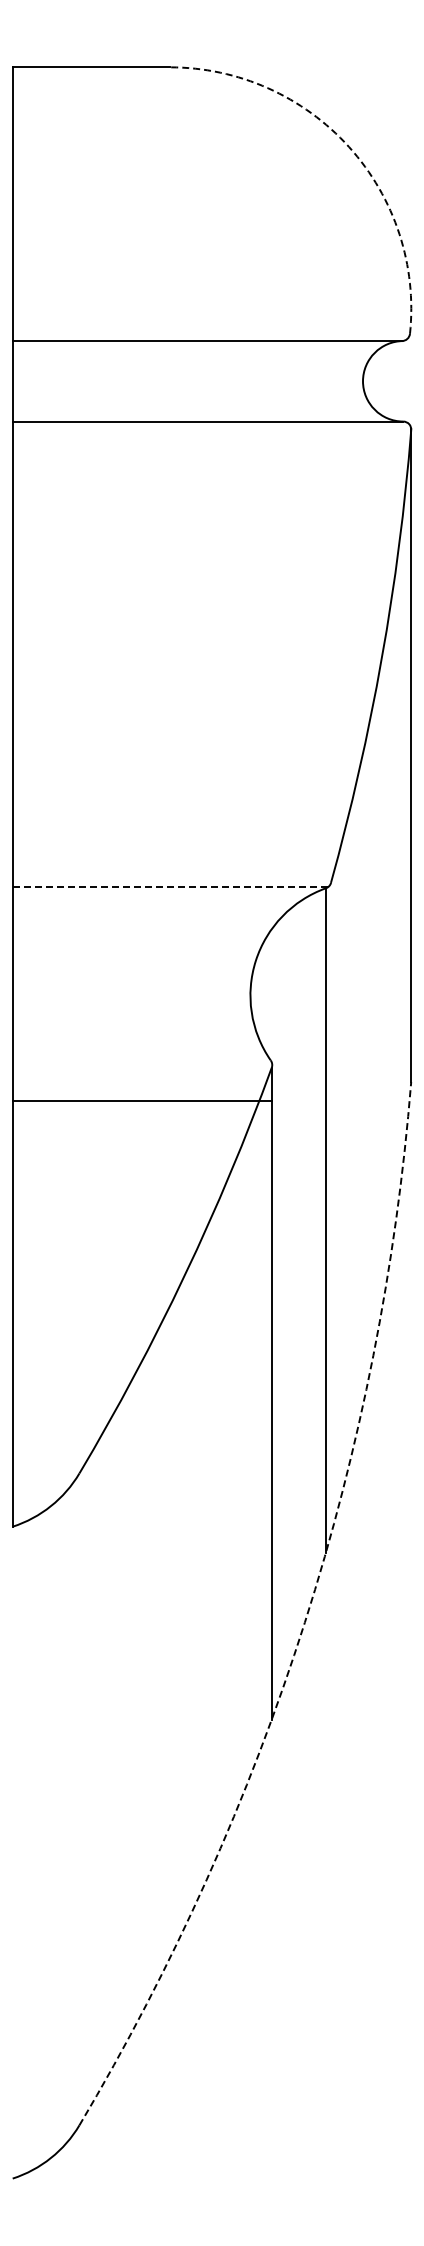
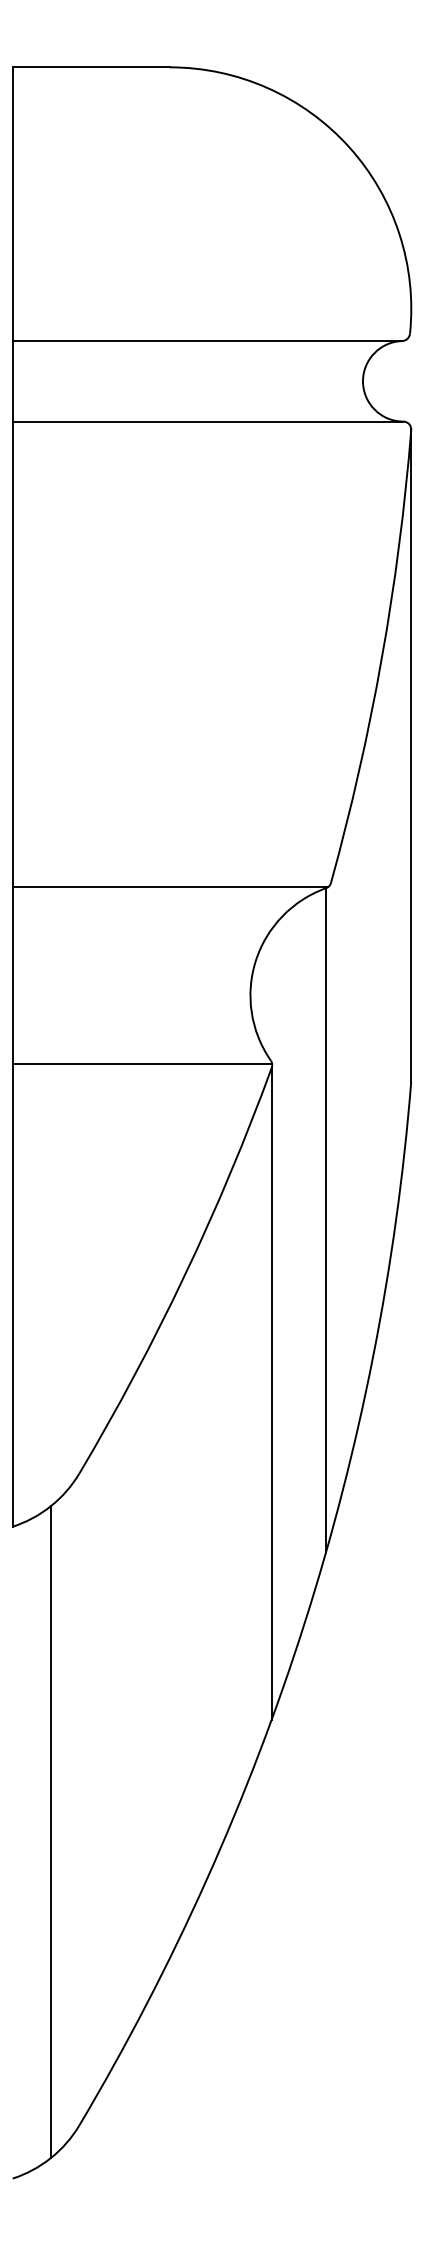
arc at (349, 147): dashed -> solid
line at (170, 886): dashed -> solid
line at (142, 1100) position: (142, 1100) -> (142, 1063)
arc at (304, 1622): dashed -> solid
line at (50, 1832): none -> present
